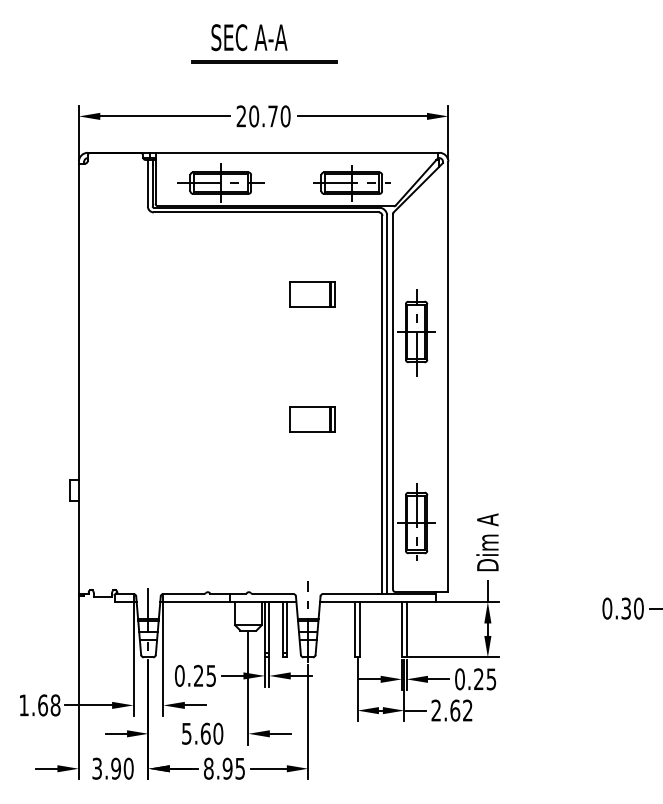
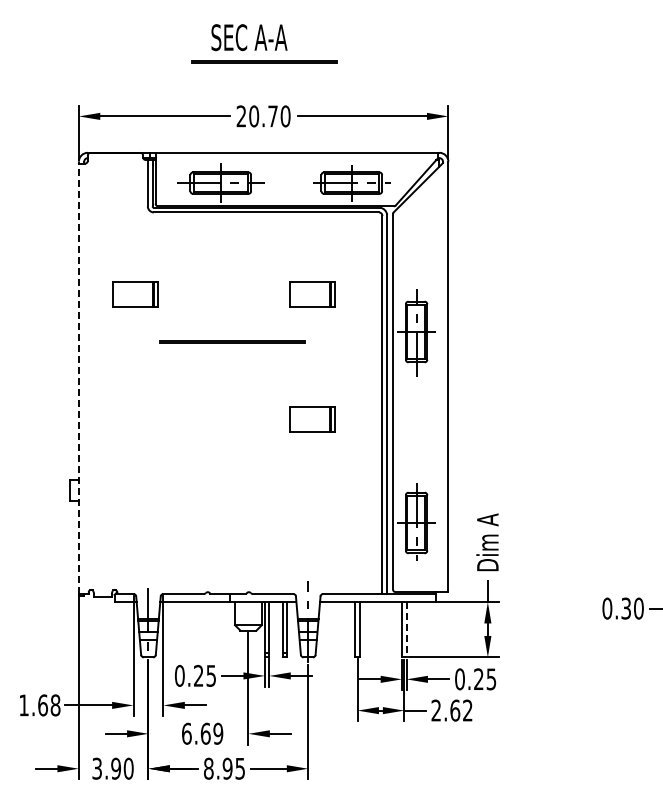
part at (135, 294): none -> present
line at (232, 341): none -> present
line at (78, 377): solid -> dashed
line at (406, 629): solid -> dashed
text at (202, 733): 5.60 -> 6.69
